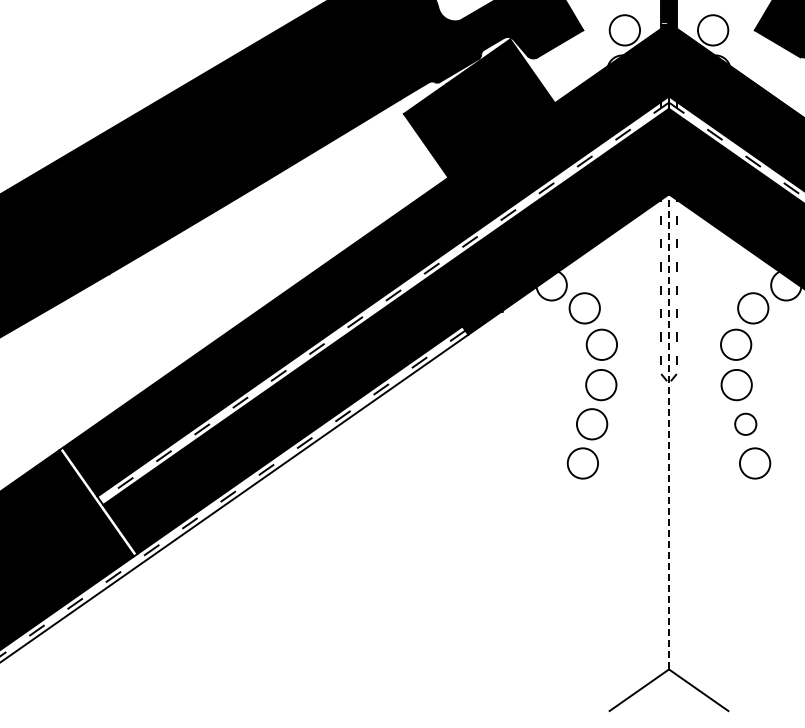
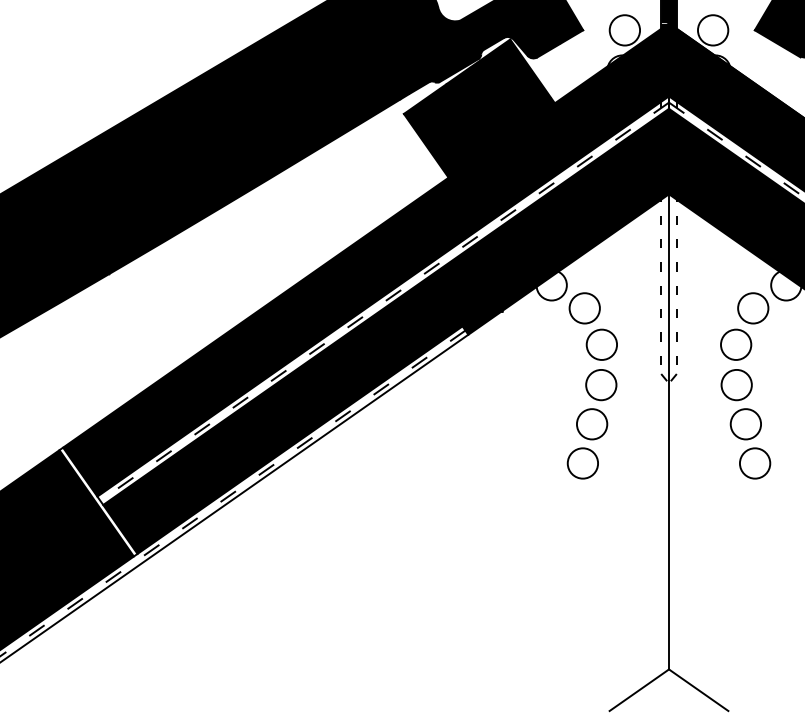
circle at (745, 423) size: 24x24 px -> 33x33 px
line at (669, 431): dashed -> solid
